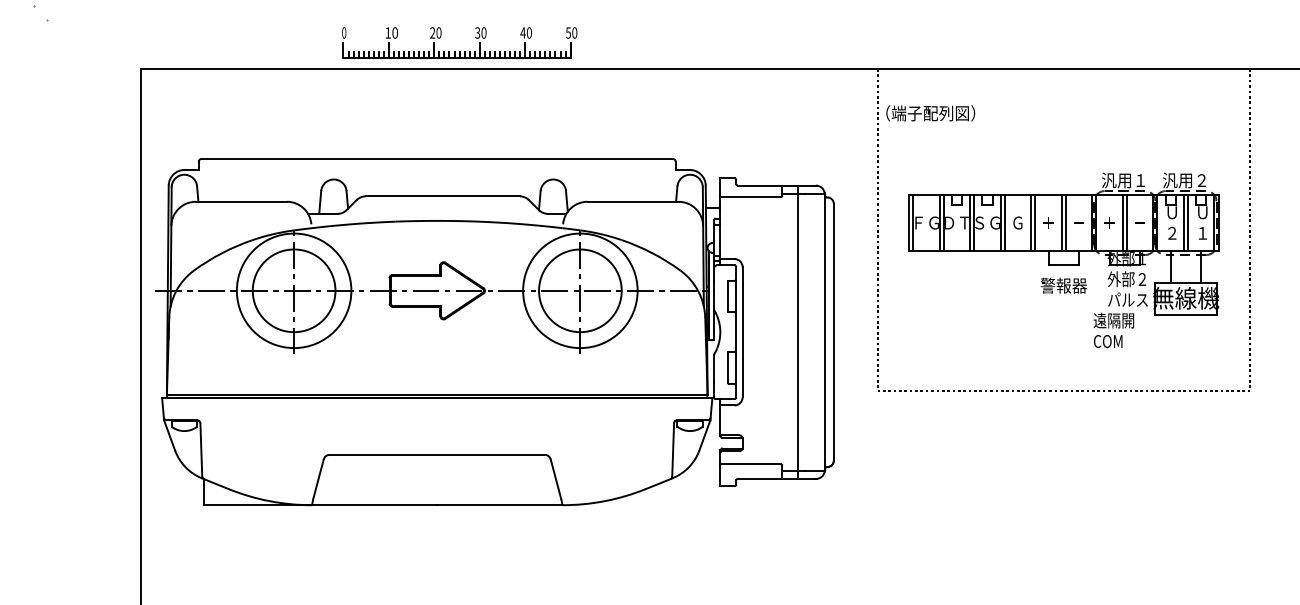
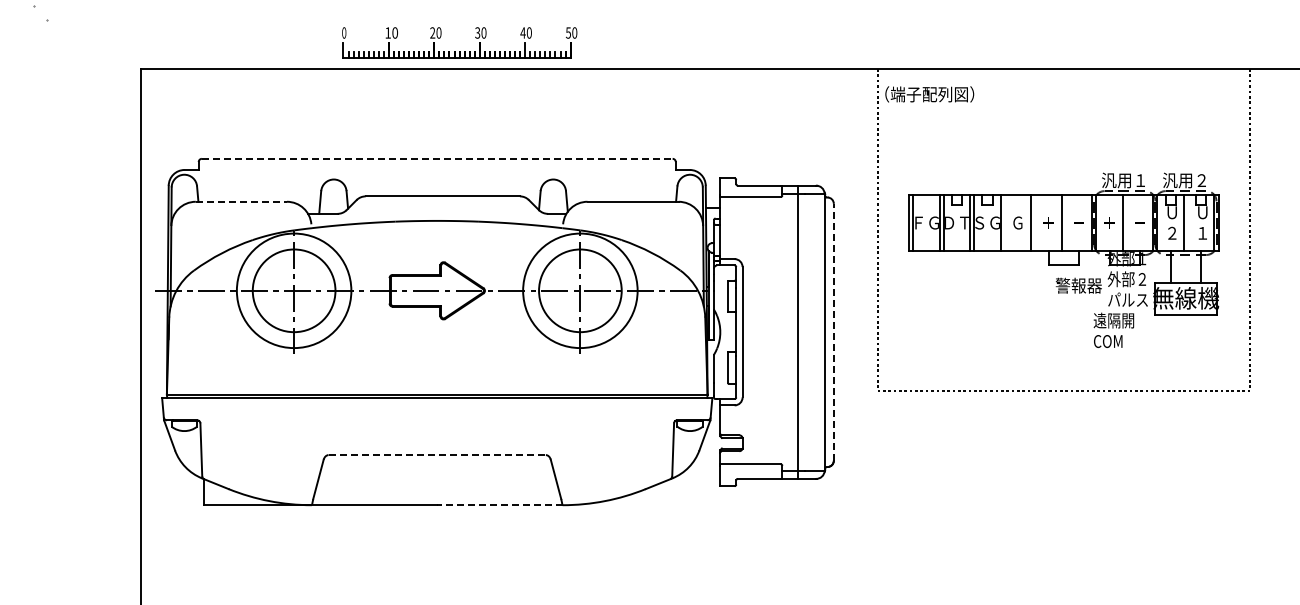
text at (930, 113) position: (930, 113) -> (929, 94)
line at (437, 158): solid -> dashed
line at (241, 201): solid -> dashed
line at (1004, 222): present -> none
line at (1035, 222): present -> none
line at (1065, 222): present -> none
line at (1126, 222): present -> none
line at (1187, 222): present -> none
text at (1063, 285) position: (1063, 285) -> (1078, 285)
line at (833, 331): solid -> dashed
line at (437, 455): solid -> dashed
line at (499, 505): solid -> dashed
